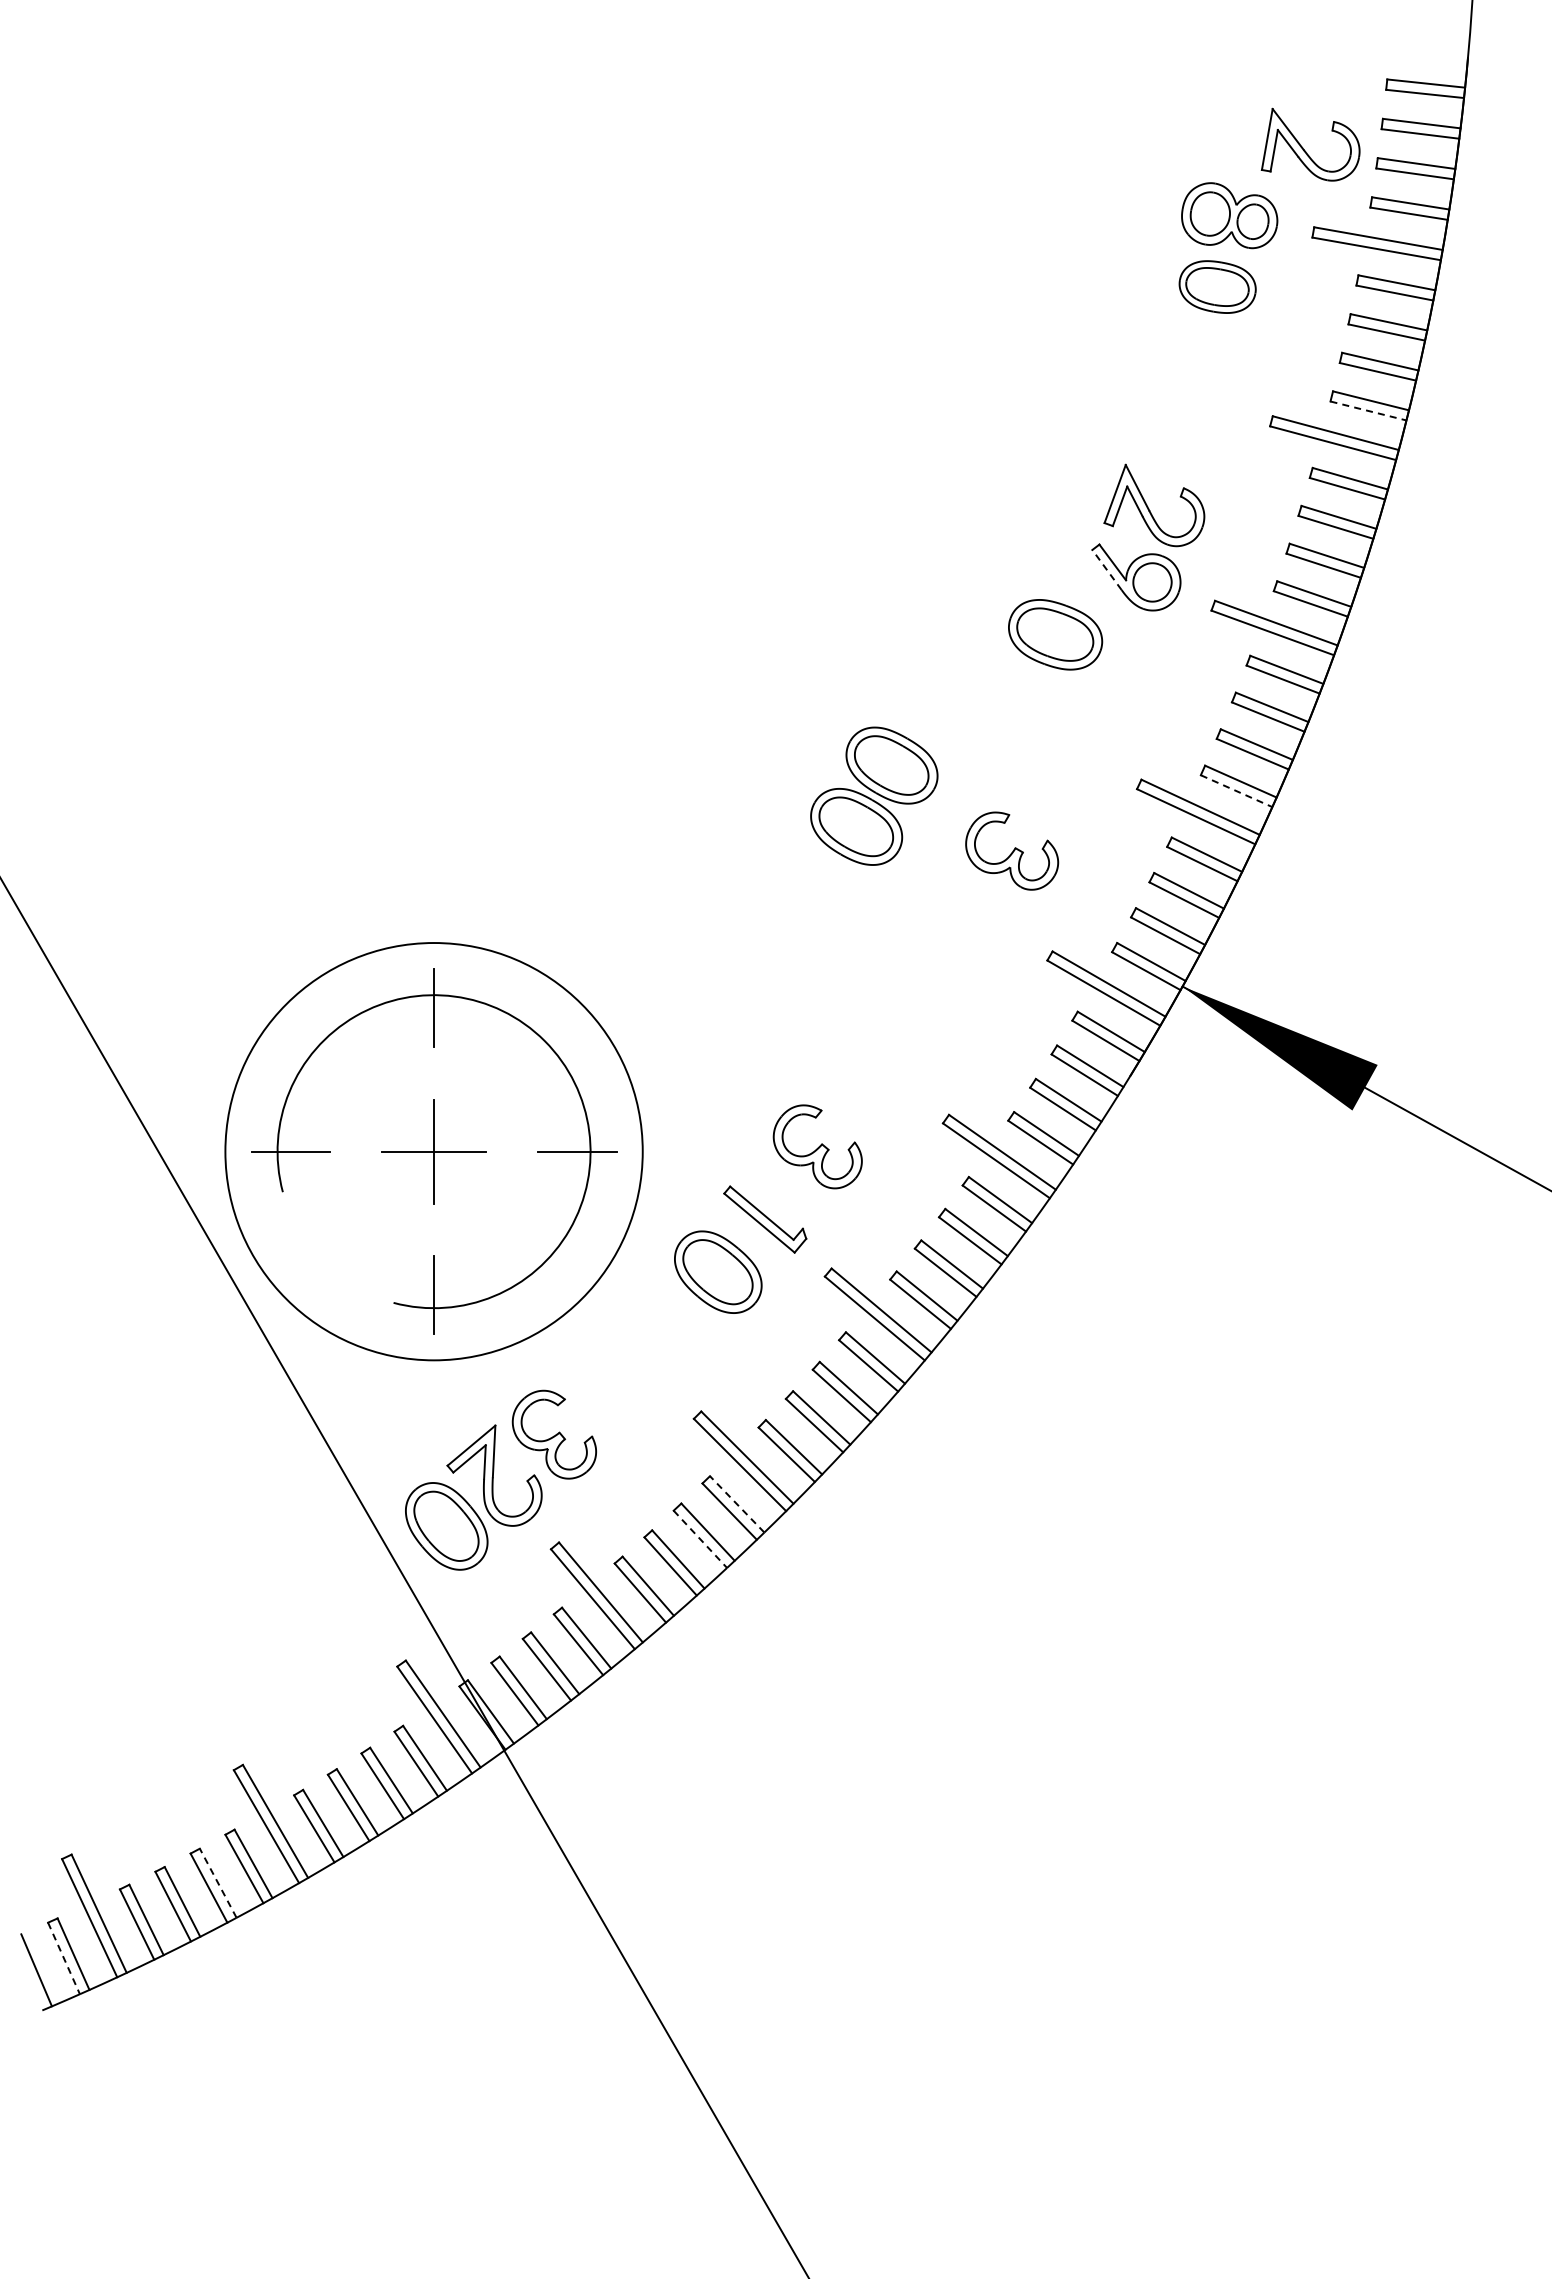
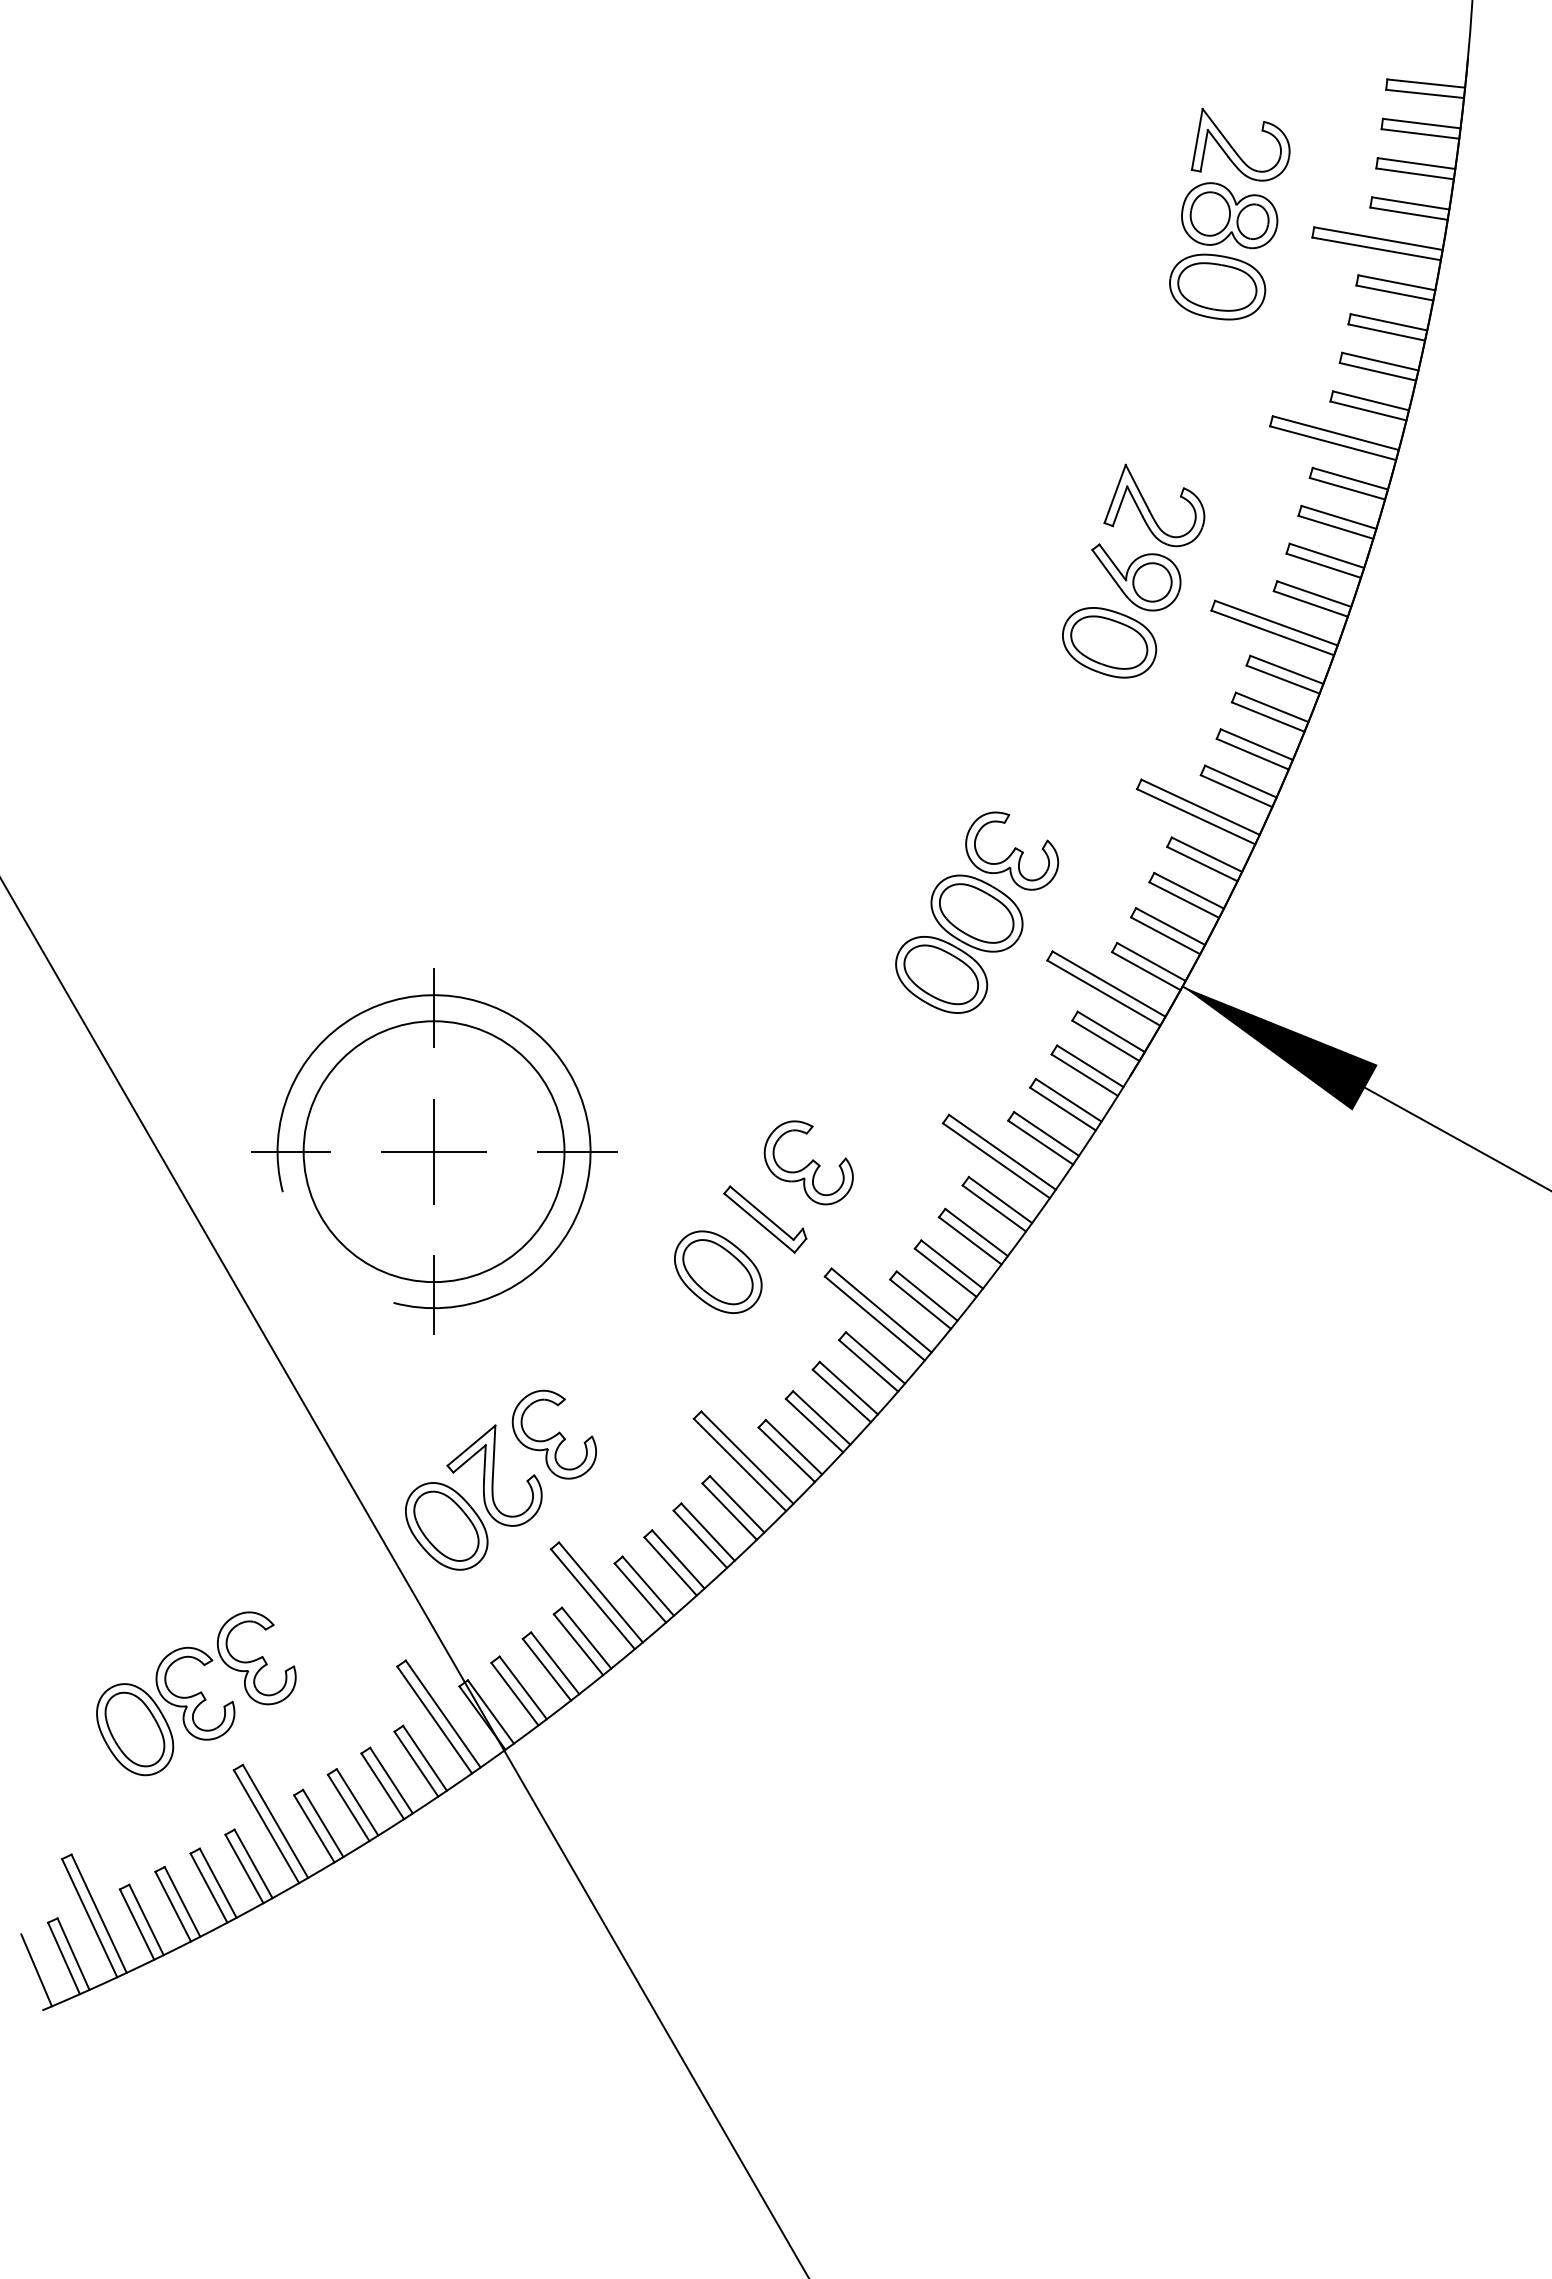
part at (1303, 147) position: (1303, 147) -> (1233, 147)
part at (1217, 286) size: 79x54 px -> 98x68 px
line at (1368, 411): dashed -> solid
line at (1107, 569): dashed -> solid
part at (1055, 634) position: (1055, 634) -> (1109, 642)
line at (1237, 791): dashed -> solid
part at (874, 795) position: (874, 795) -> (959, 943)
part at (817, 1146) position: (817, 1146) -> (808, 1162)
circle at (433, 1151) diameter: 417 px -> 261 px
line at (736, 1504): dashed -> solid
line at (700, 1539): dashed -> solid
part at (196, 1693): none -> present
line at (217, 1882): dashed -> solid
line at (64, 1958): dashed -> solid
